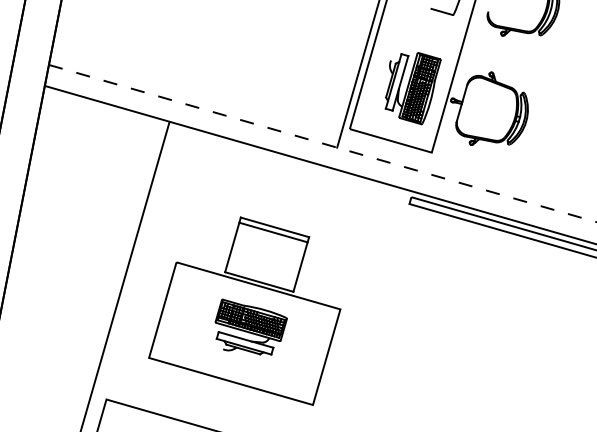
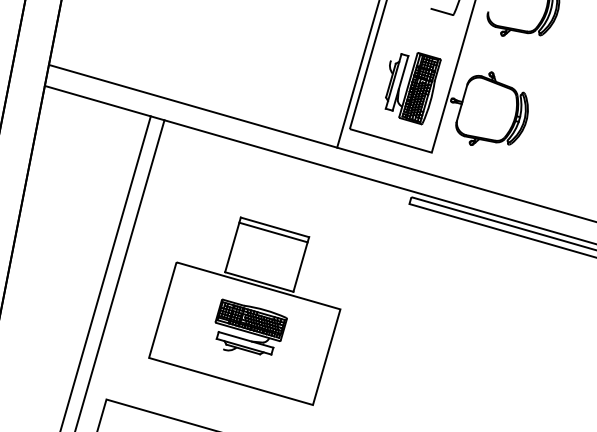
line at (322, 143): dashed -> solid
line at (105, 272): none -> present
line at (125, 275) position: (125, 275) -> (120, 274)
